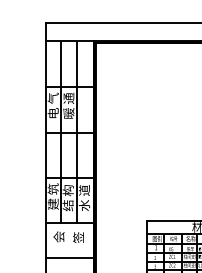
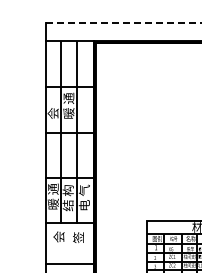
line at (123, 22): solid -> dashed
text at (52, 105): 电 气 -> 会
text at (52, 196): 建 筑 -> 暖 通
text at (84, 197): 水 道 -> 电 气
line at (69, 258) position: (69, 258) -> (69, 264)
